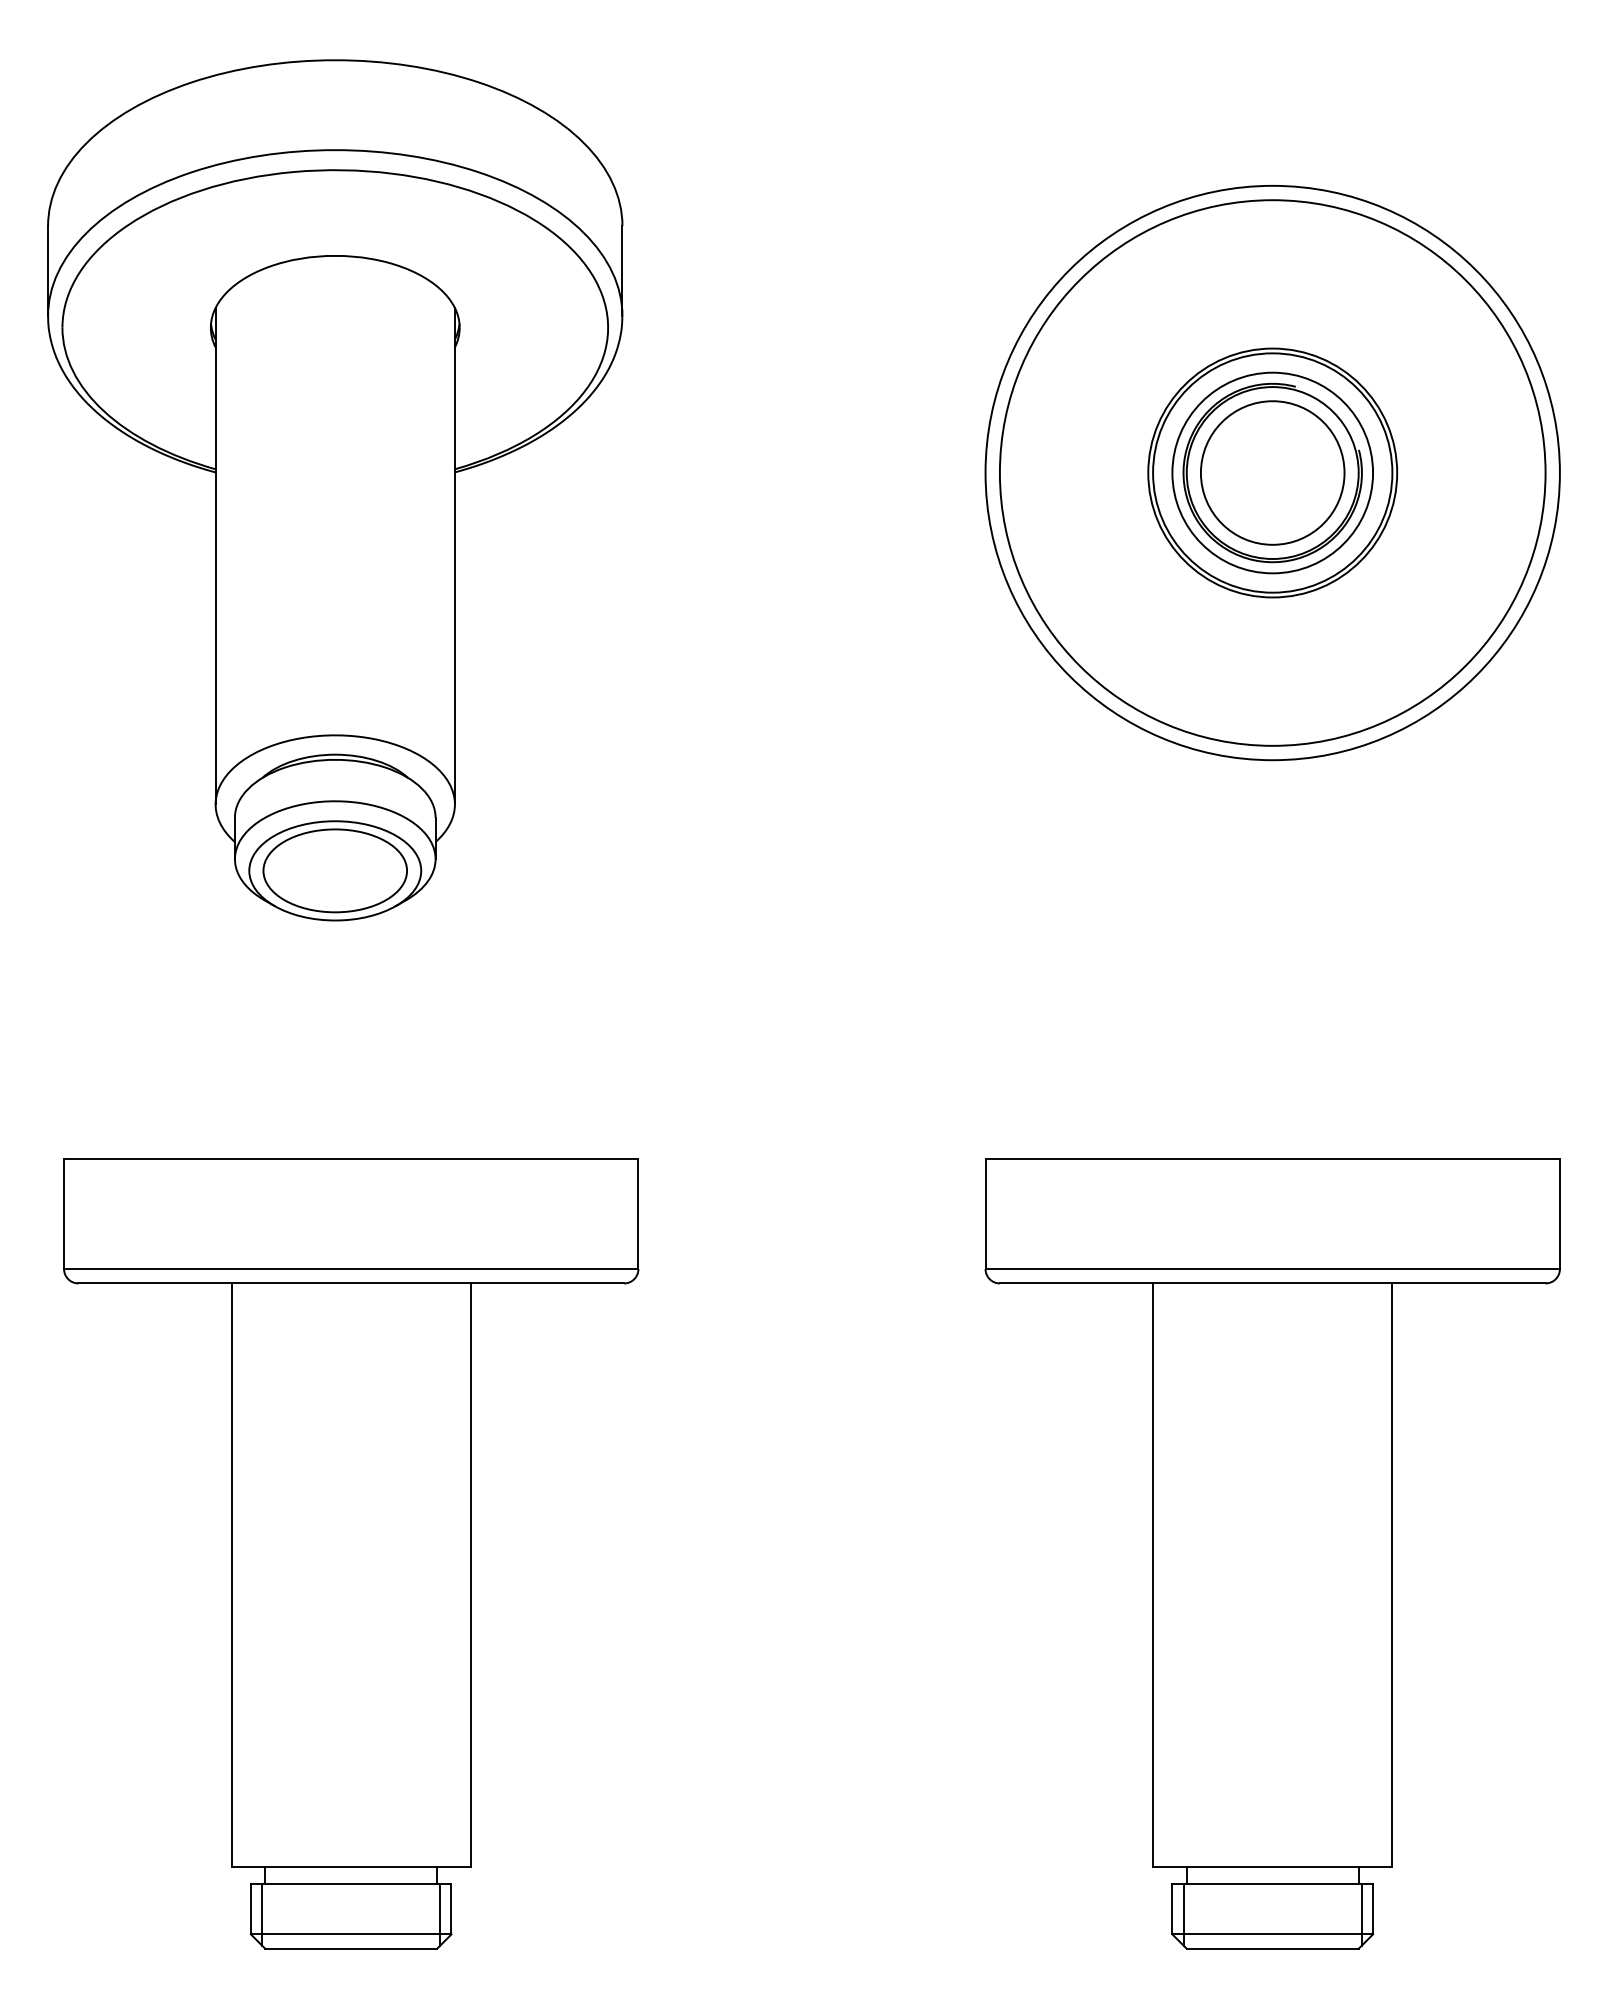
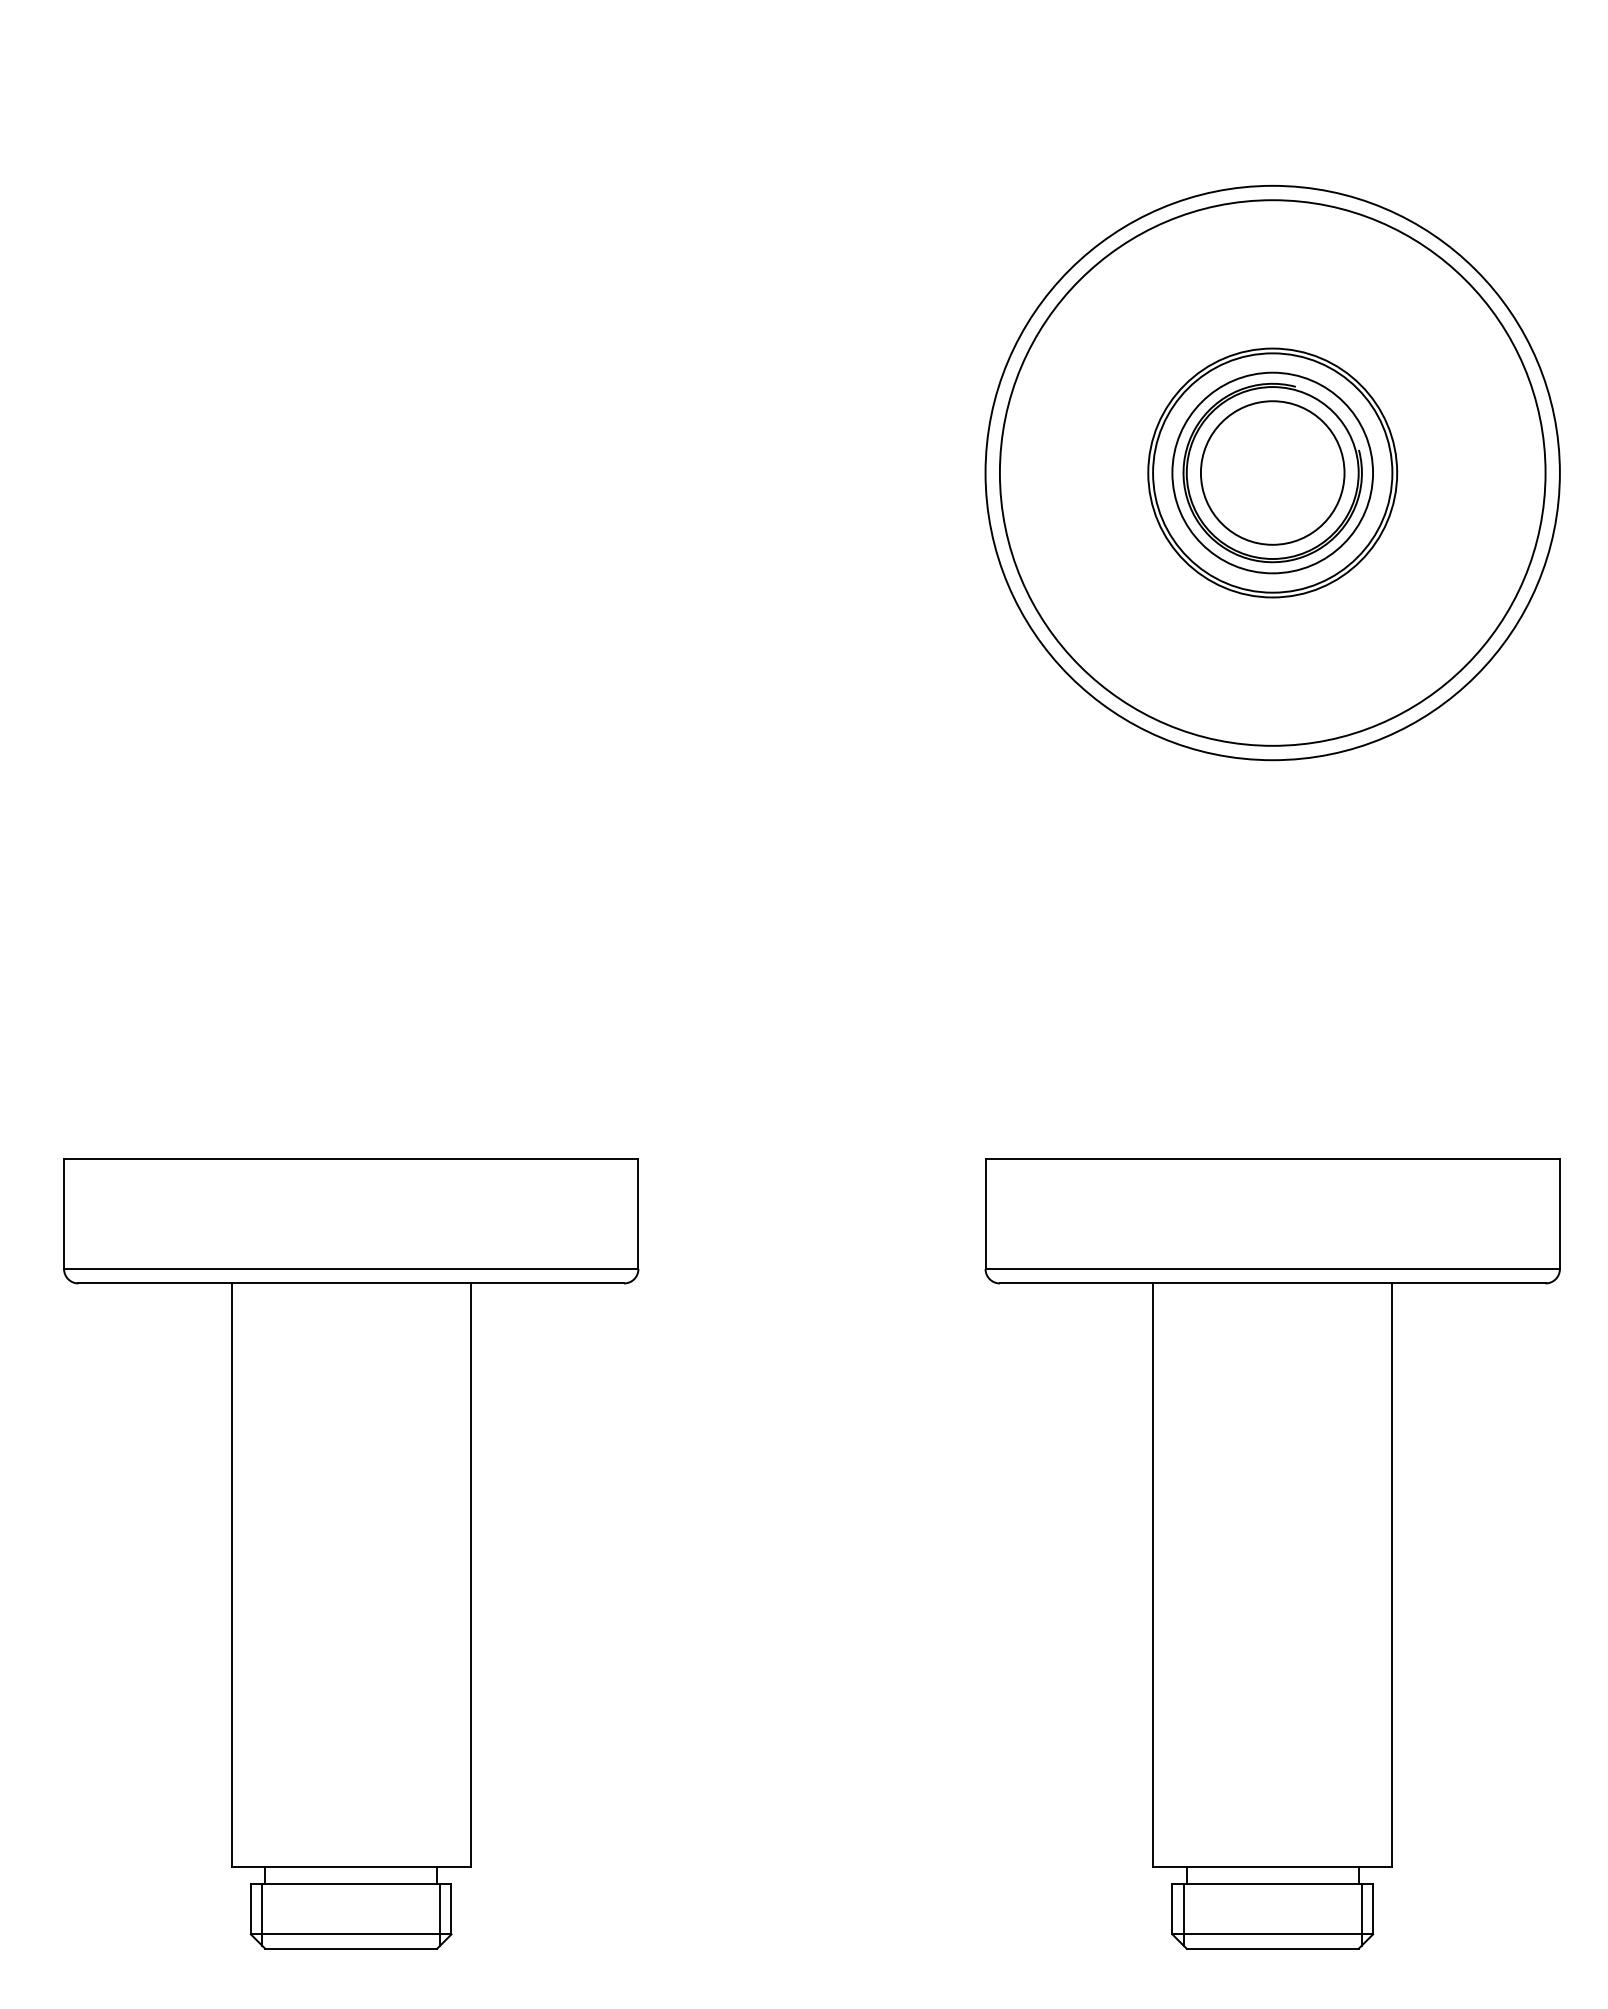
part at (335, 490): present -> none
